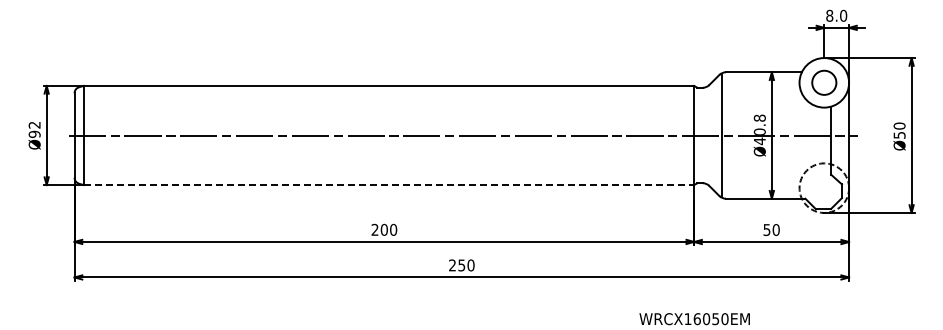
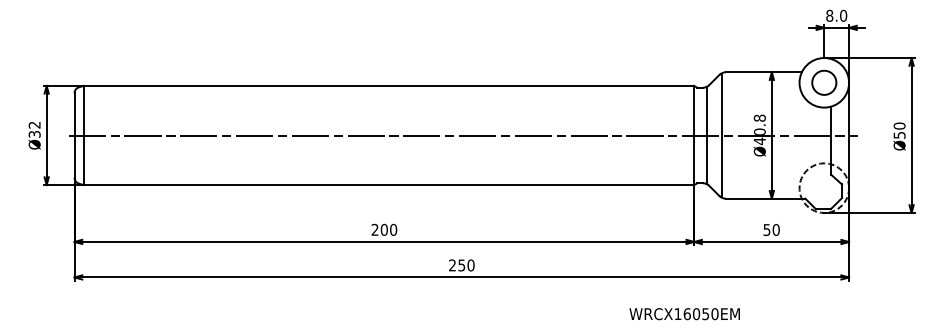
text at (34, 133): Ø92 -> Ø32
line at (706, 135): none -> present
line at (389, 185): dashed -> solid
text at (694, 319) position: (694, 319) -> (684, 314)
